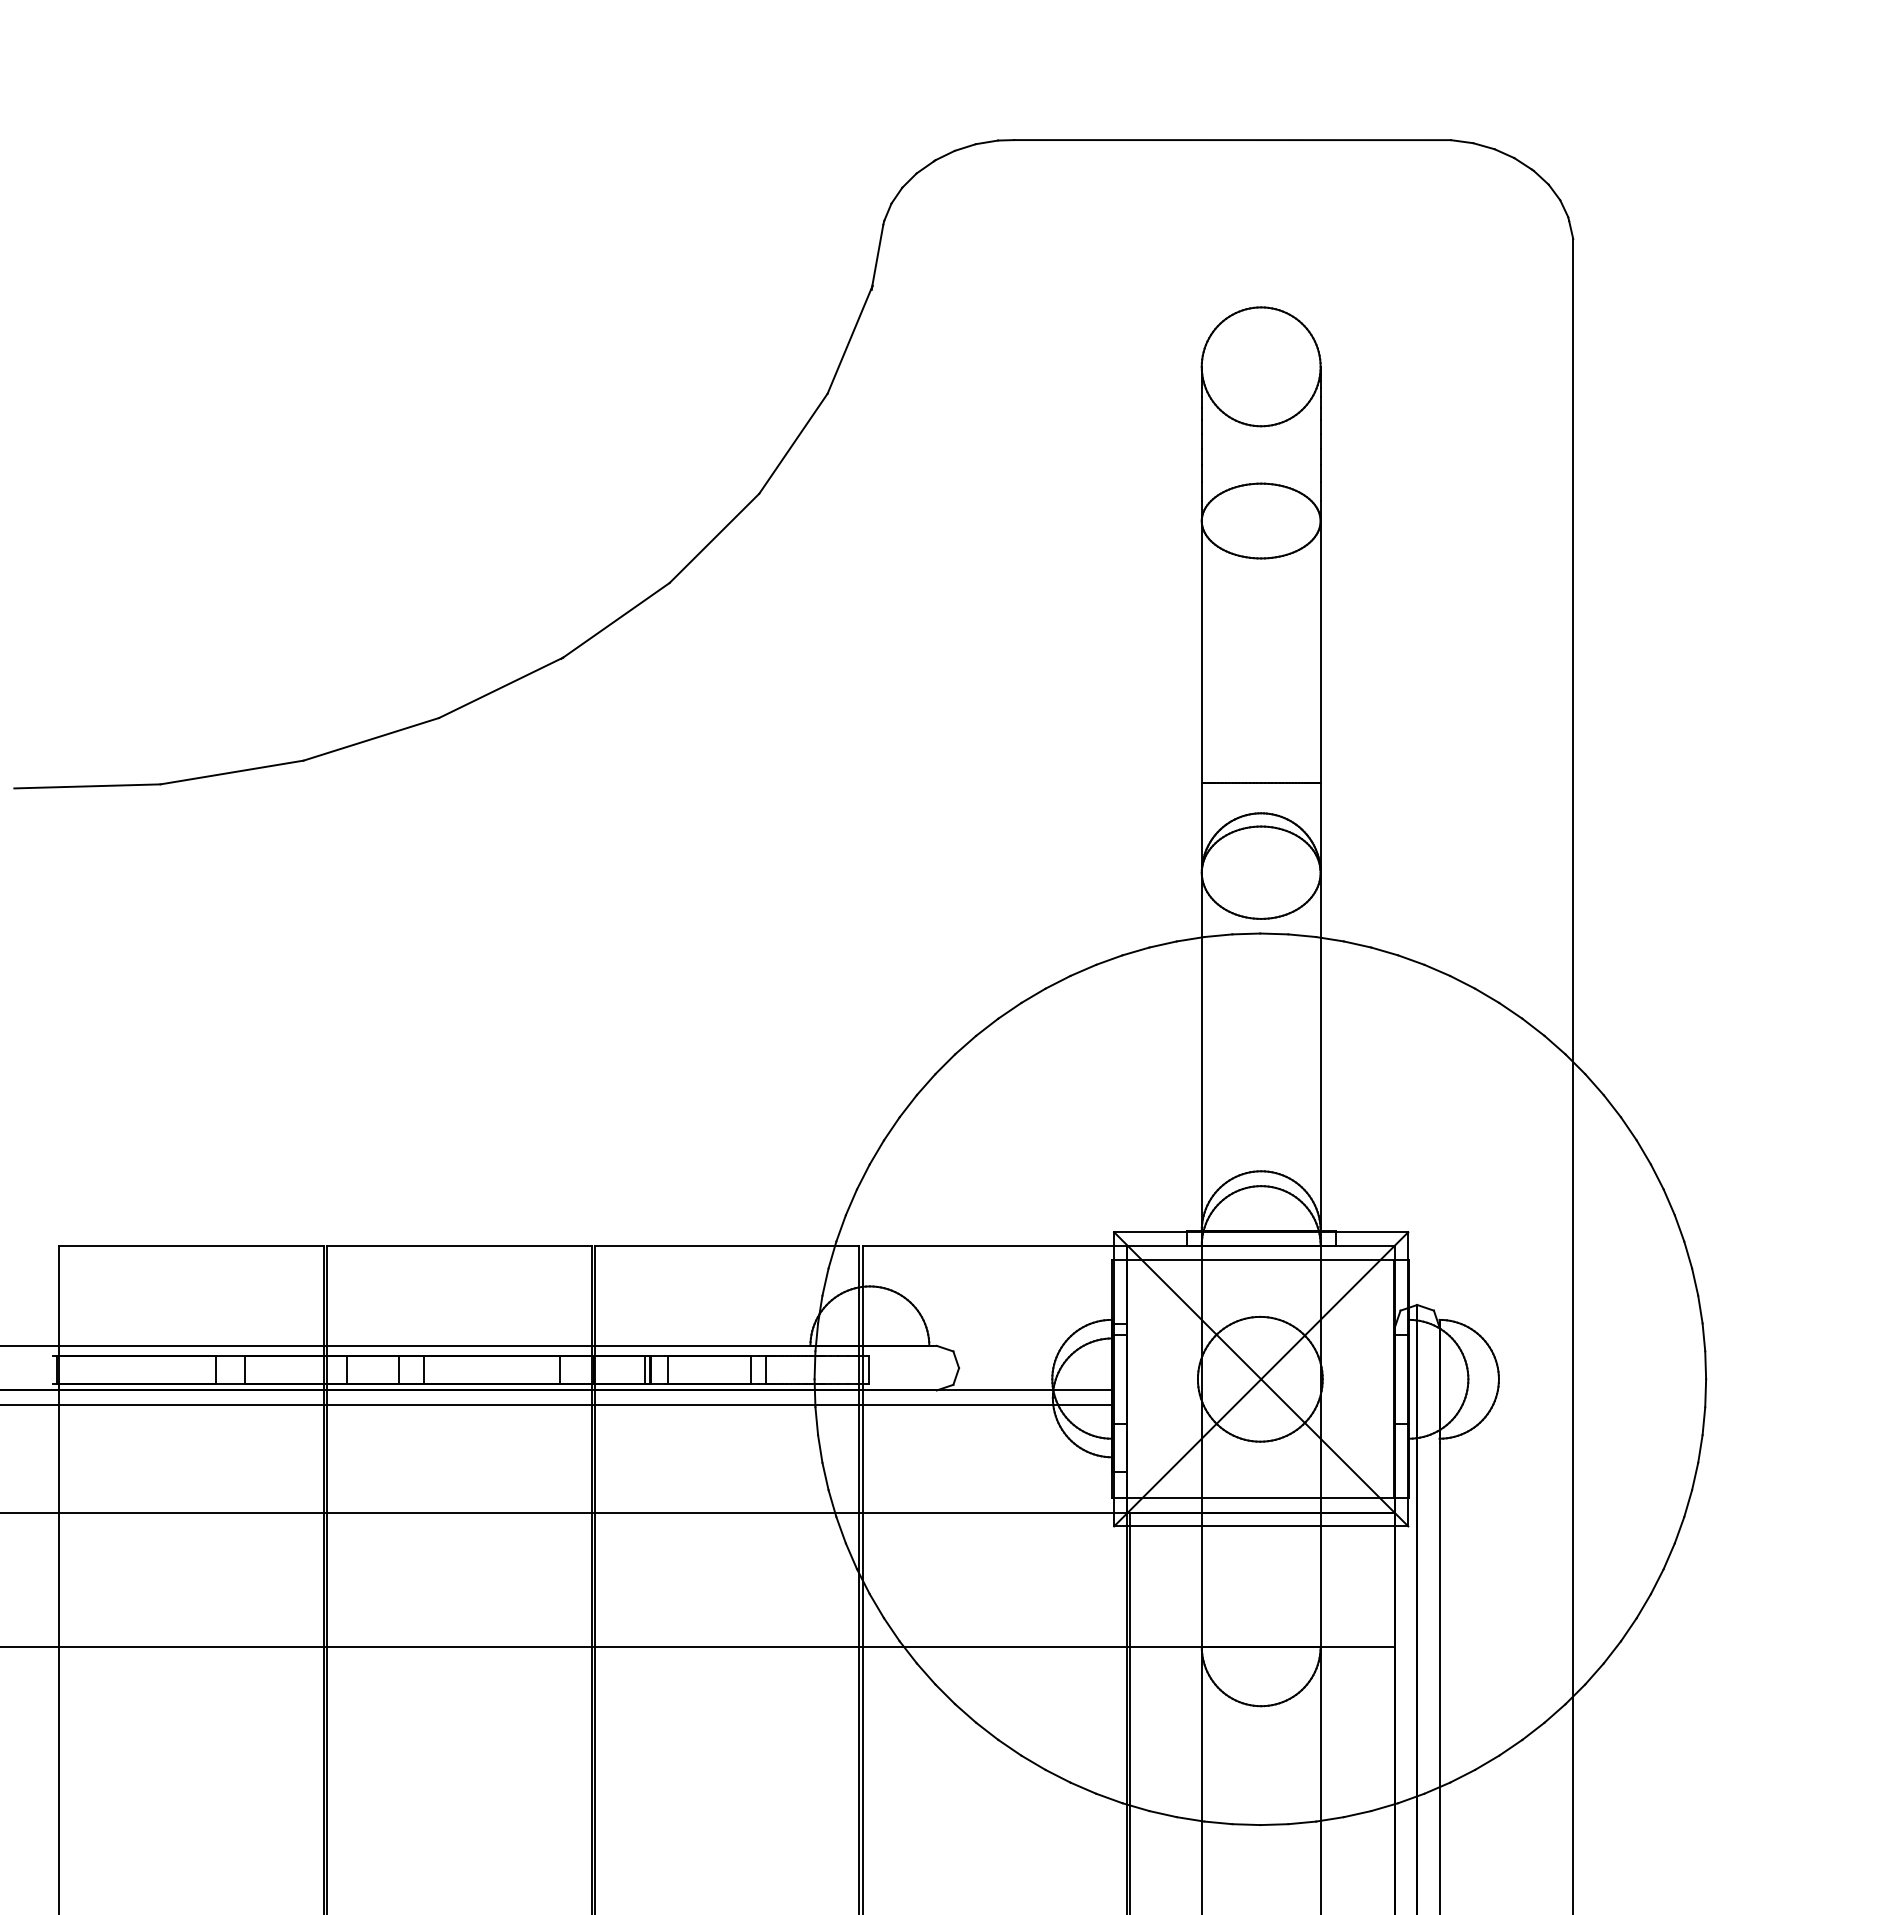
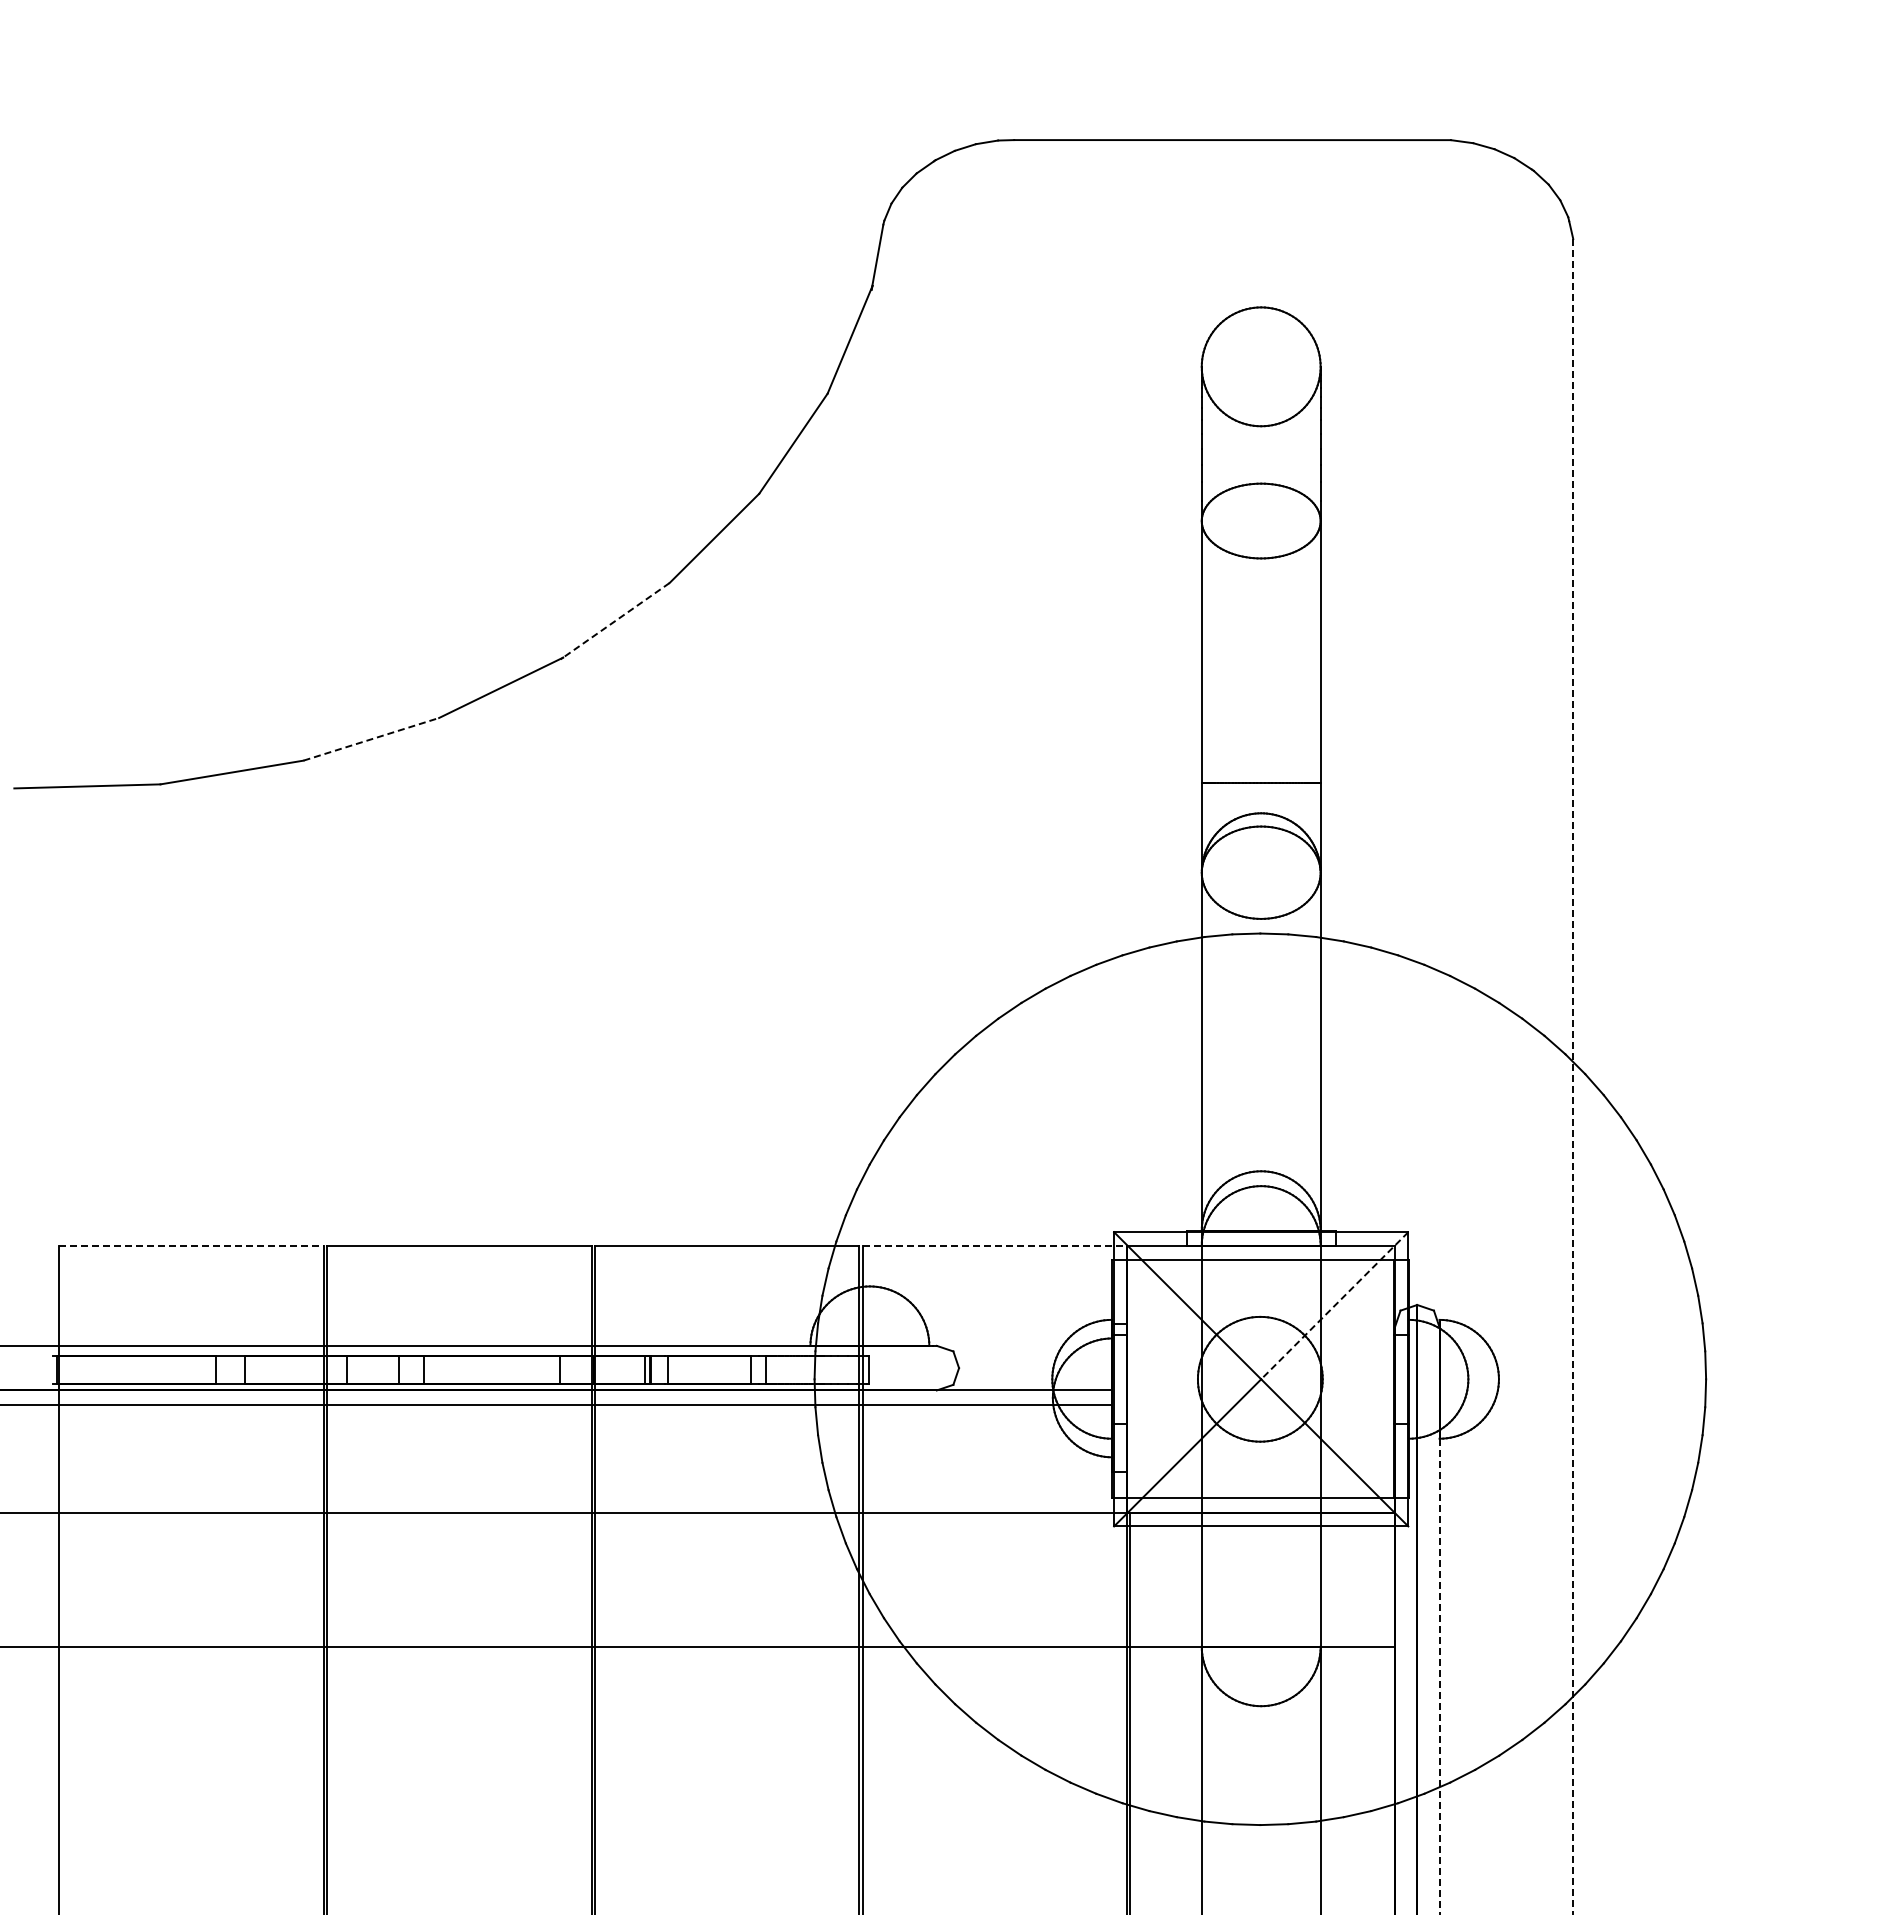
line at (615, 620): solid -> dashed
line at (371, 739): solid -> dashed
line at (1573, 1076): solid -> dashed
line at (192, 1245): solid -> dashed
line at (995, 1245): solid -> dashed
line at (1334, 1306): solid -> dashed
line at (1439, 1678): solid -> dashed
